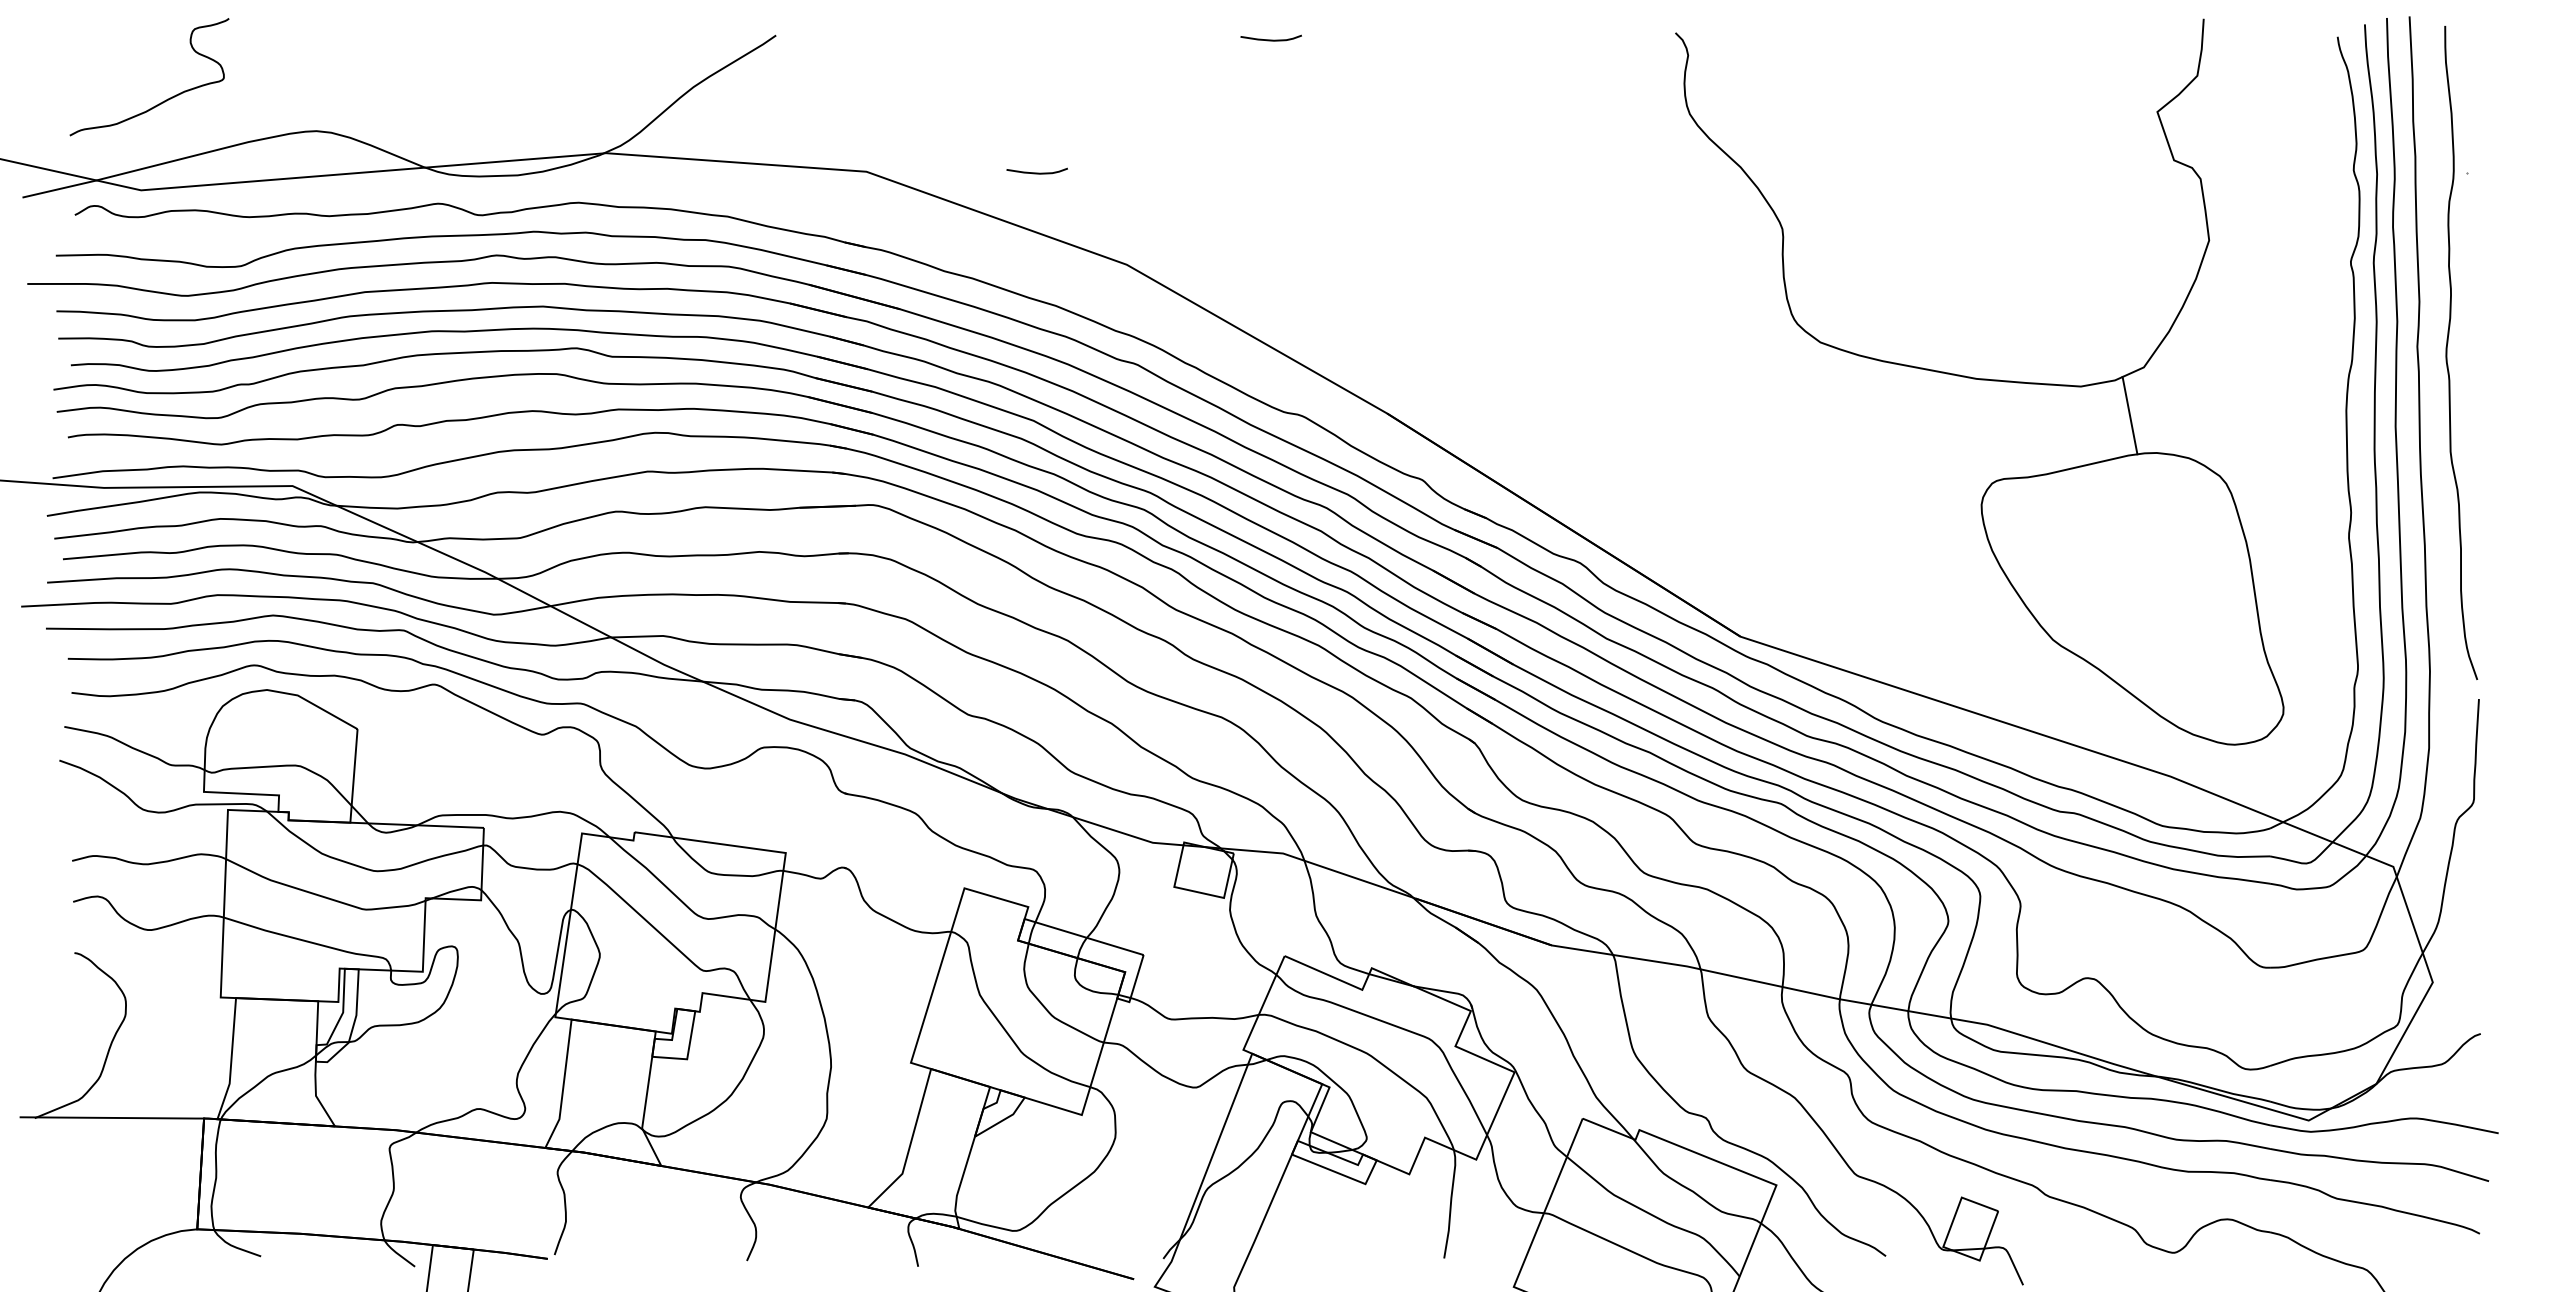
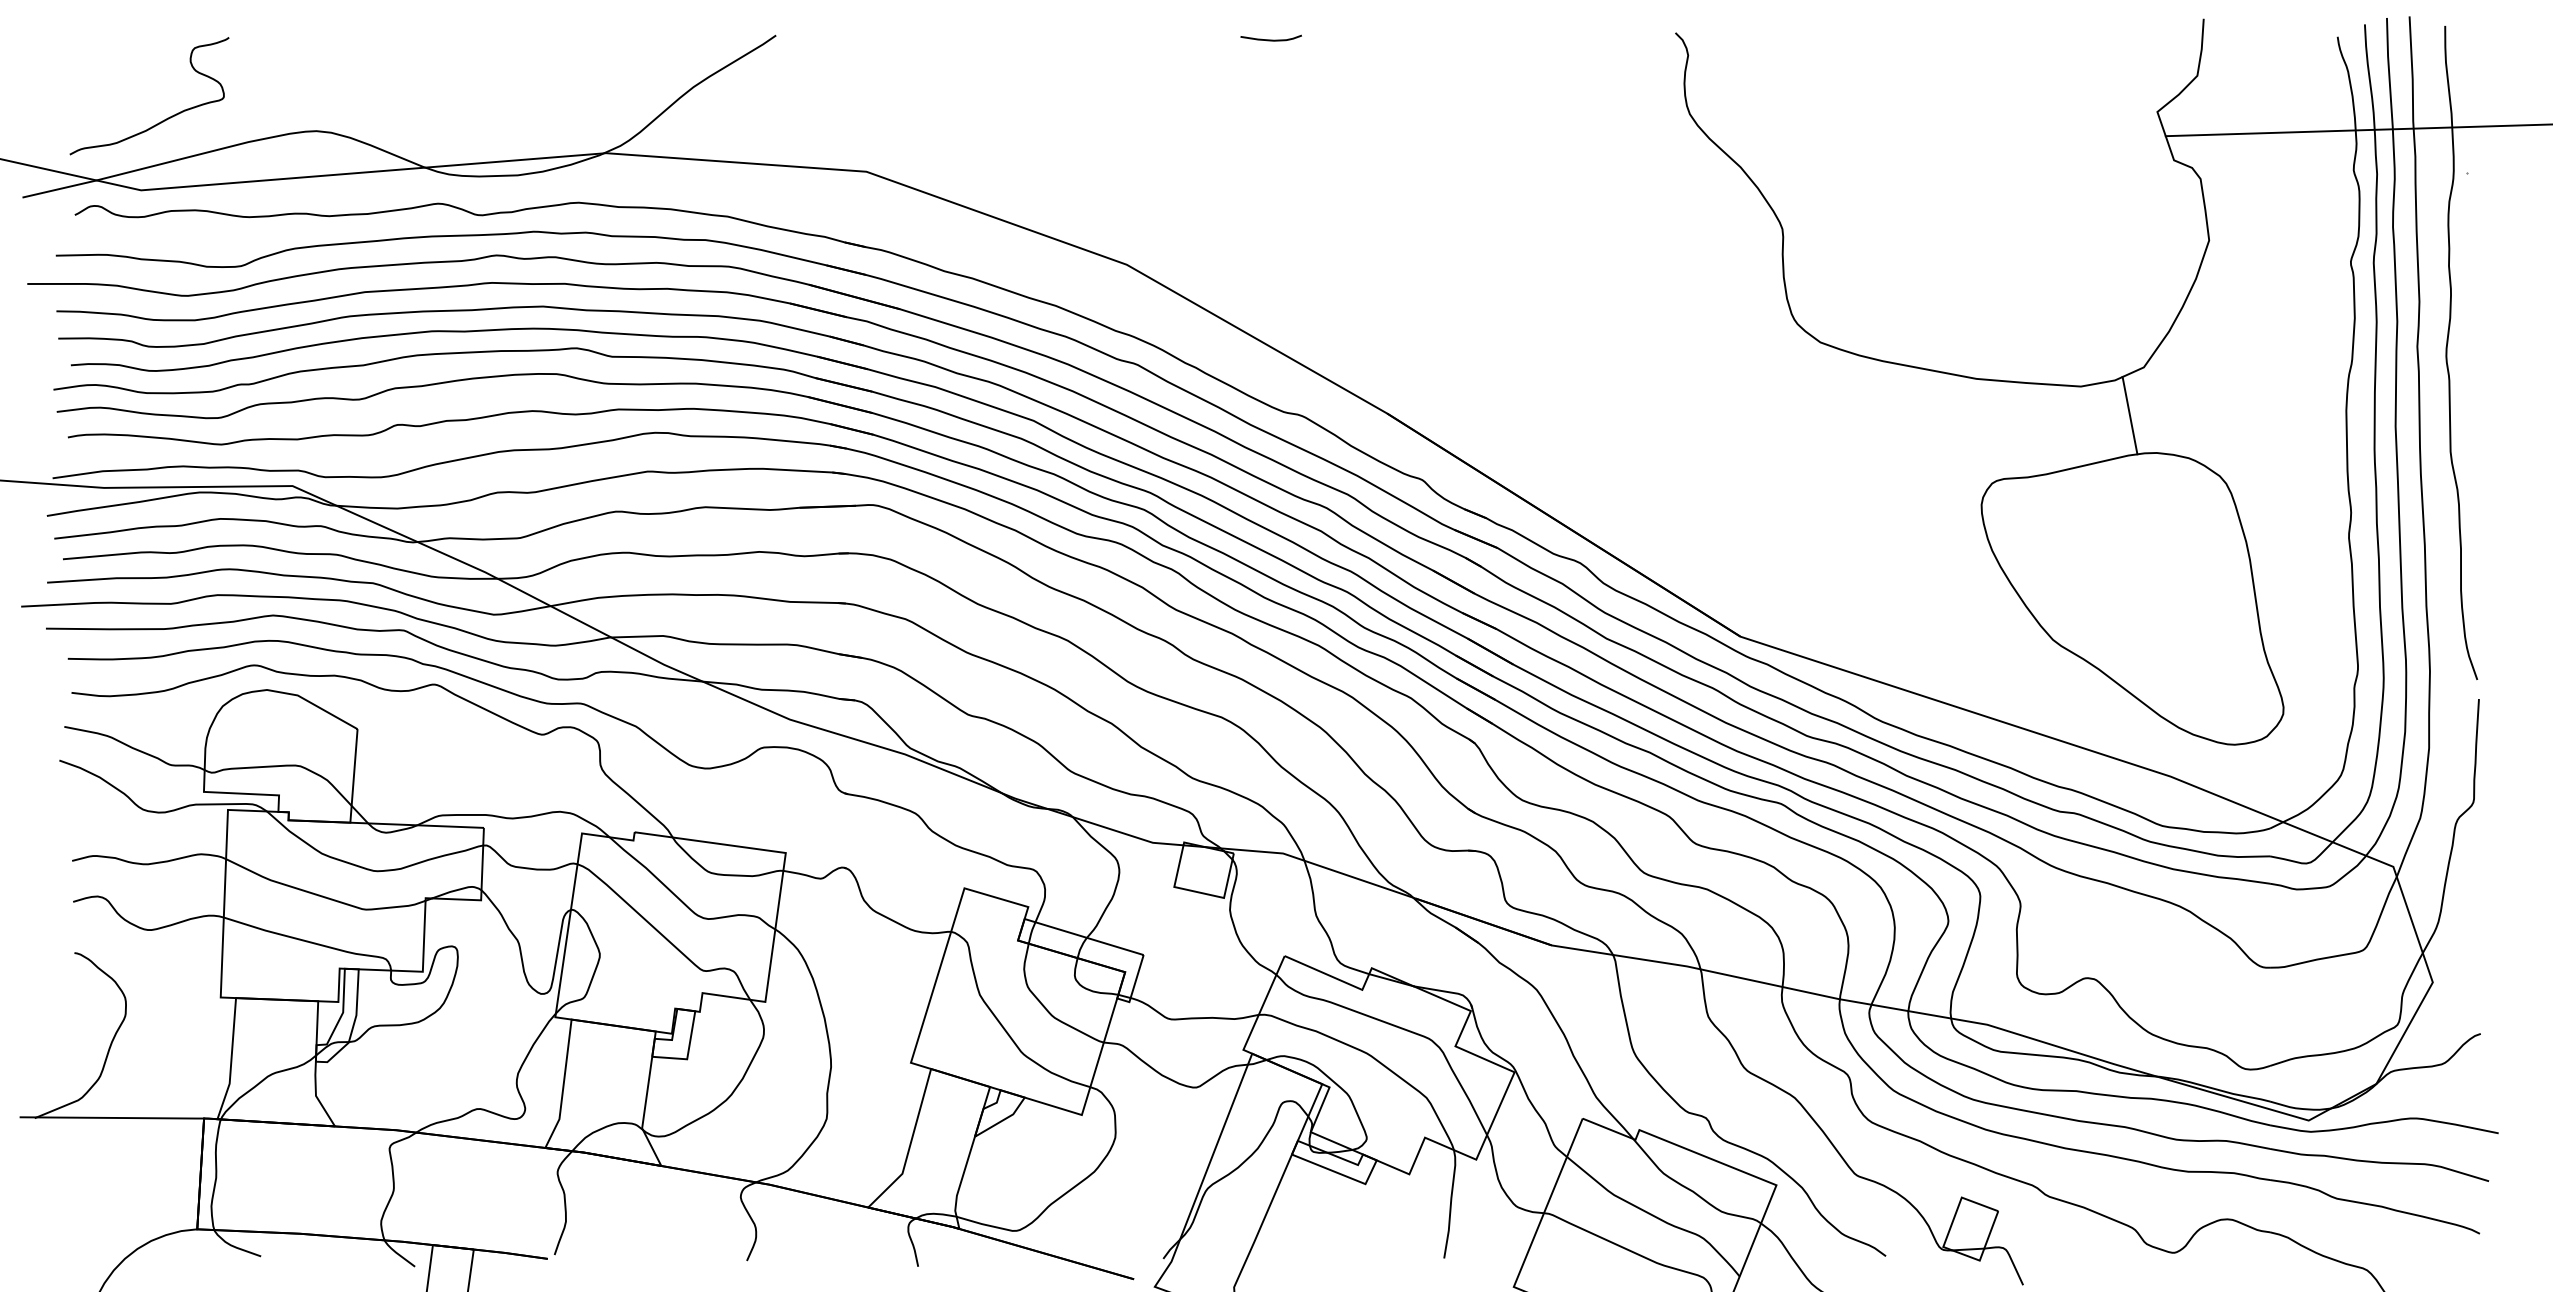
curve at (162, 101) position: (162, 101) -> (162, 120)
line at (2357, 130): none -> present
curve at (1036, 172): present -> none
